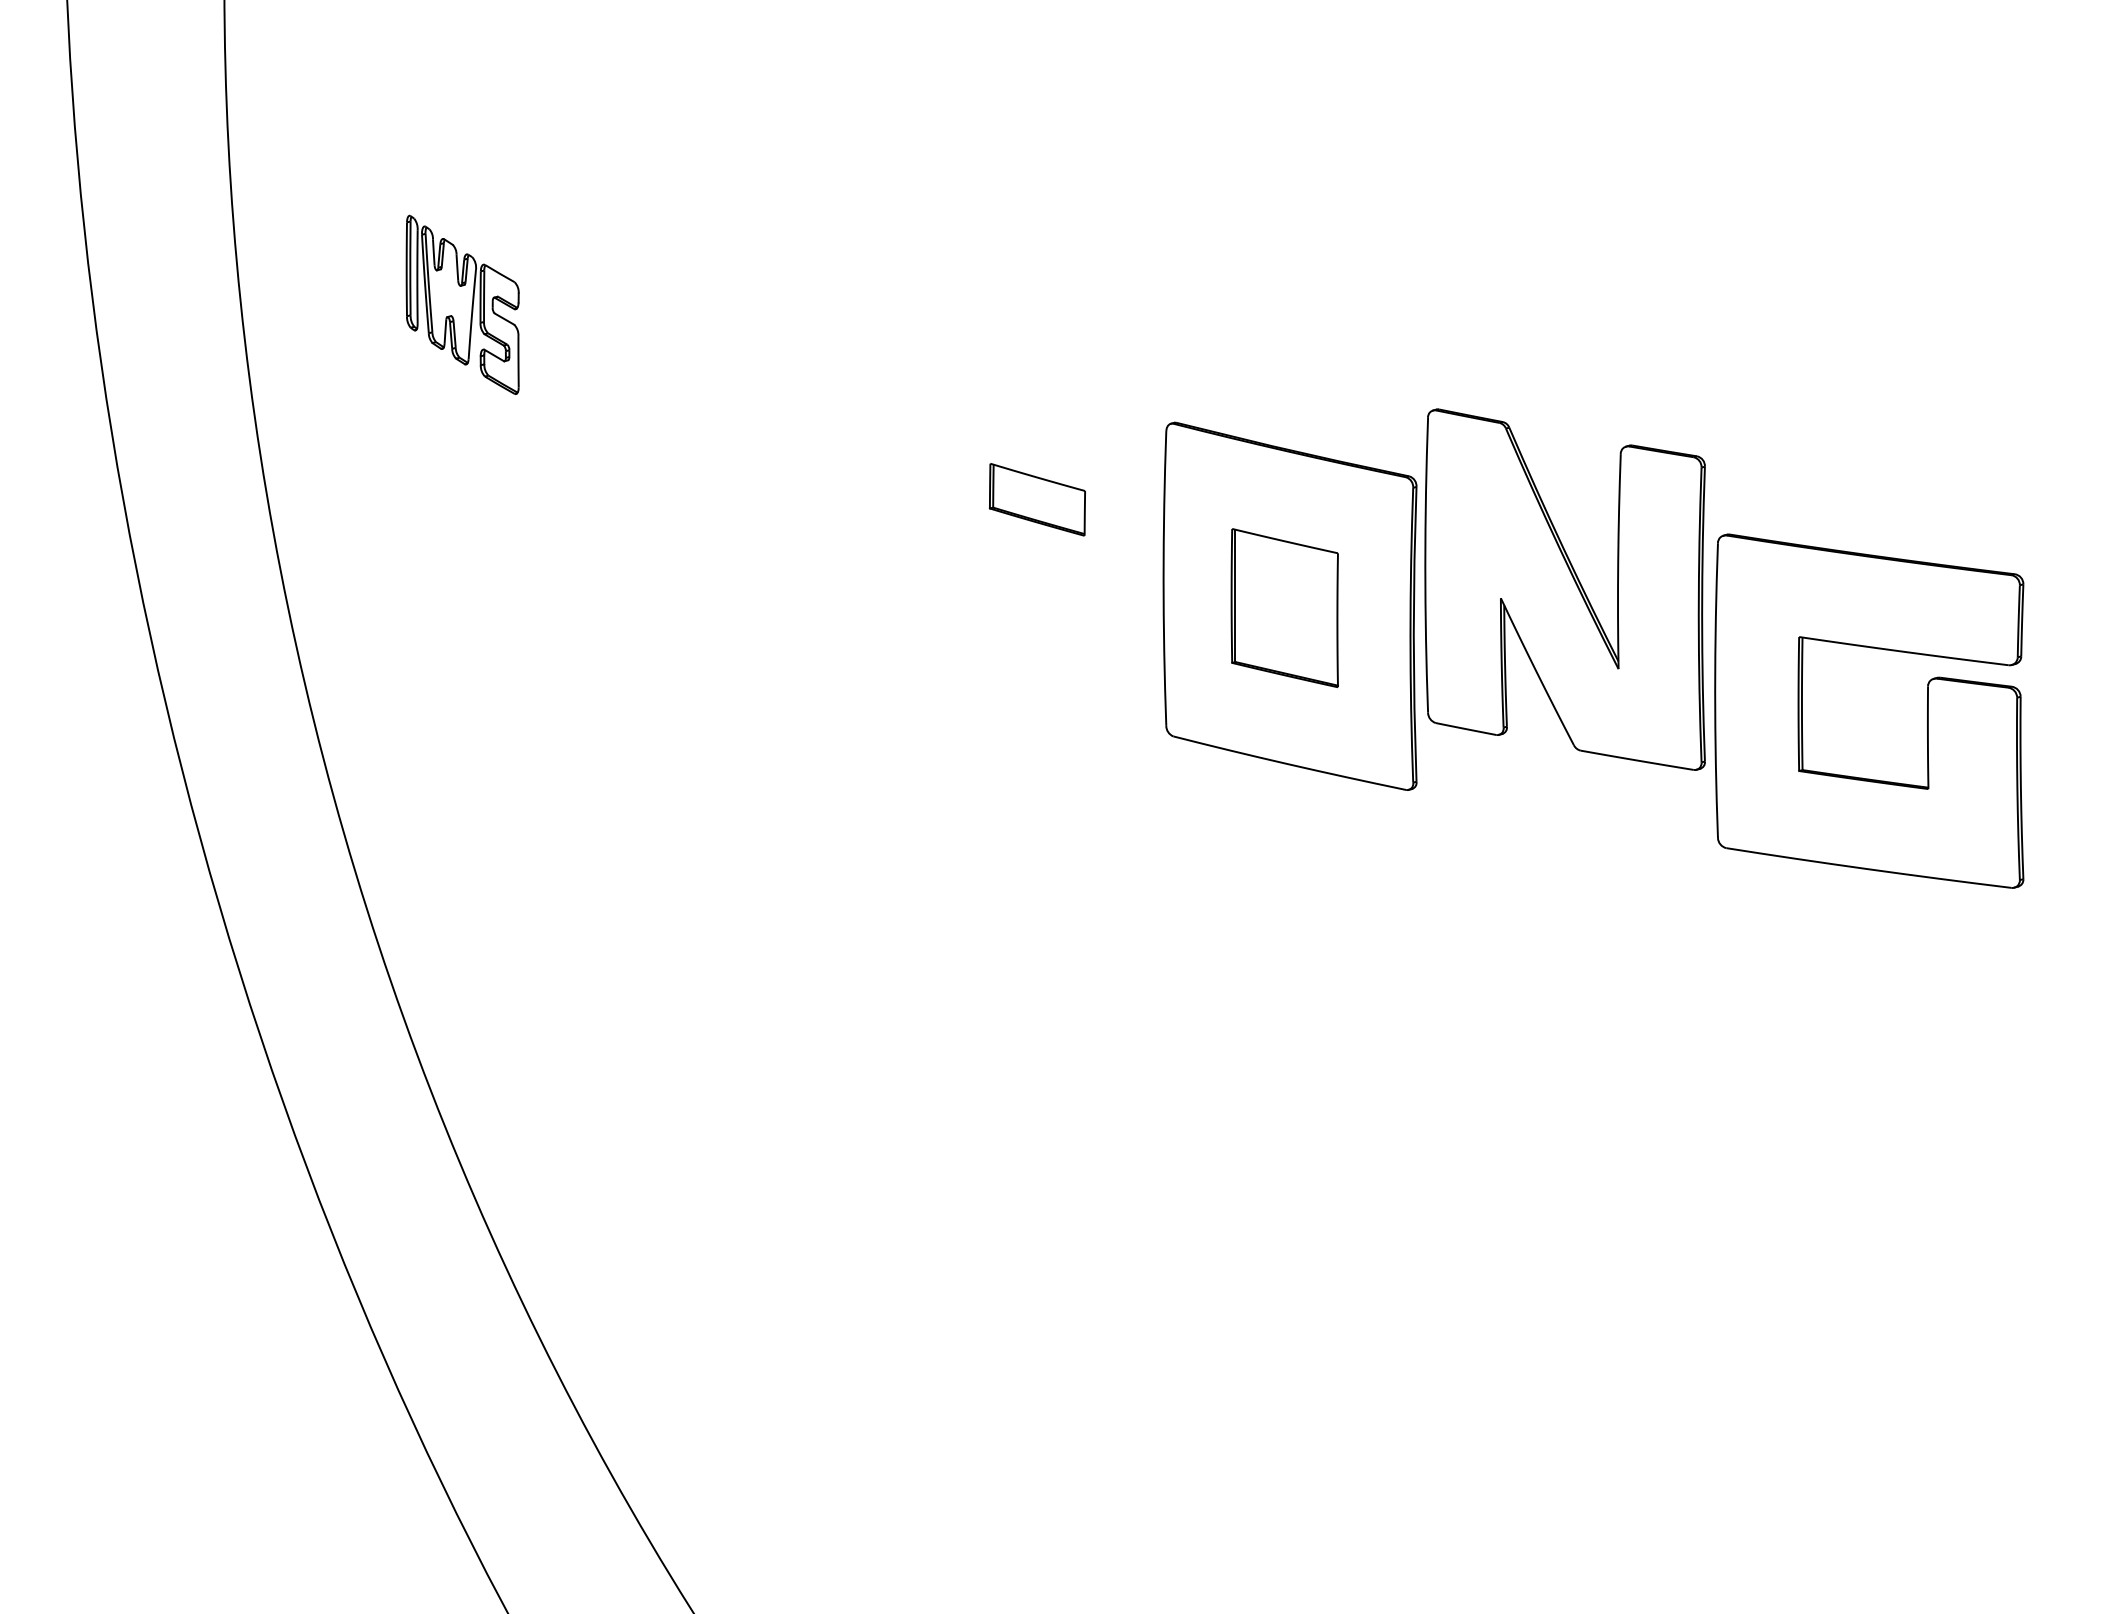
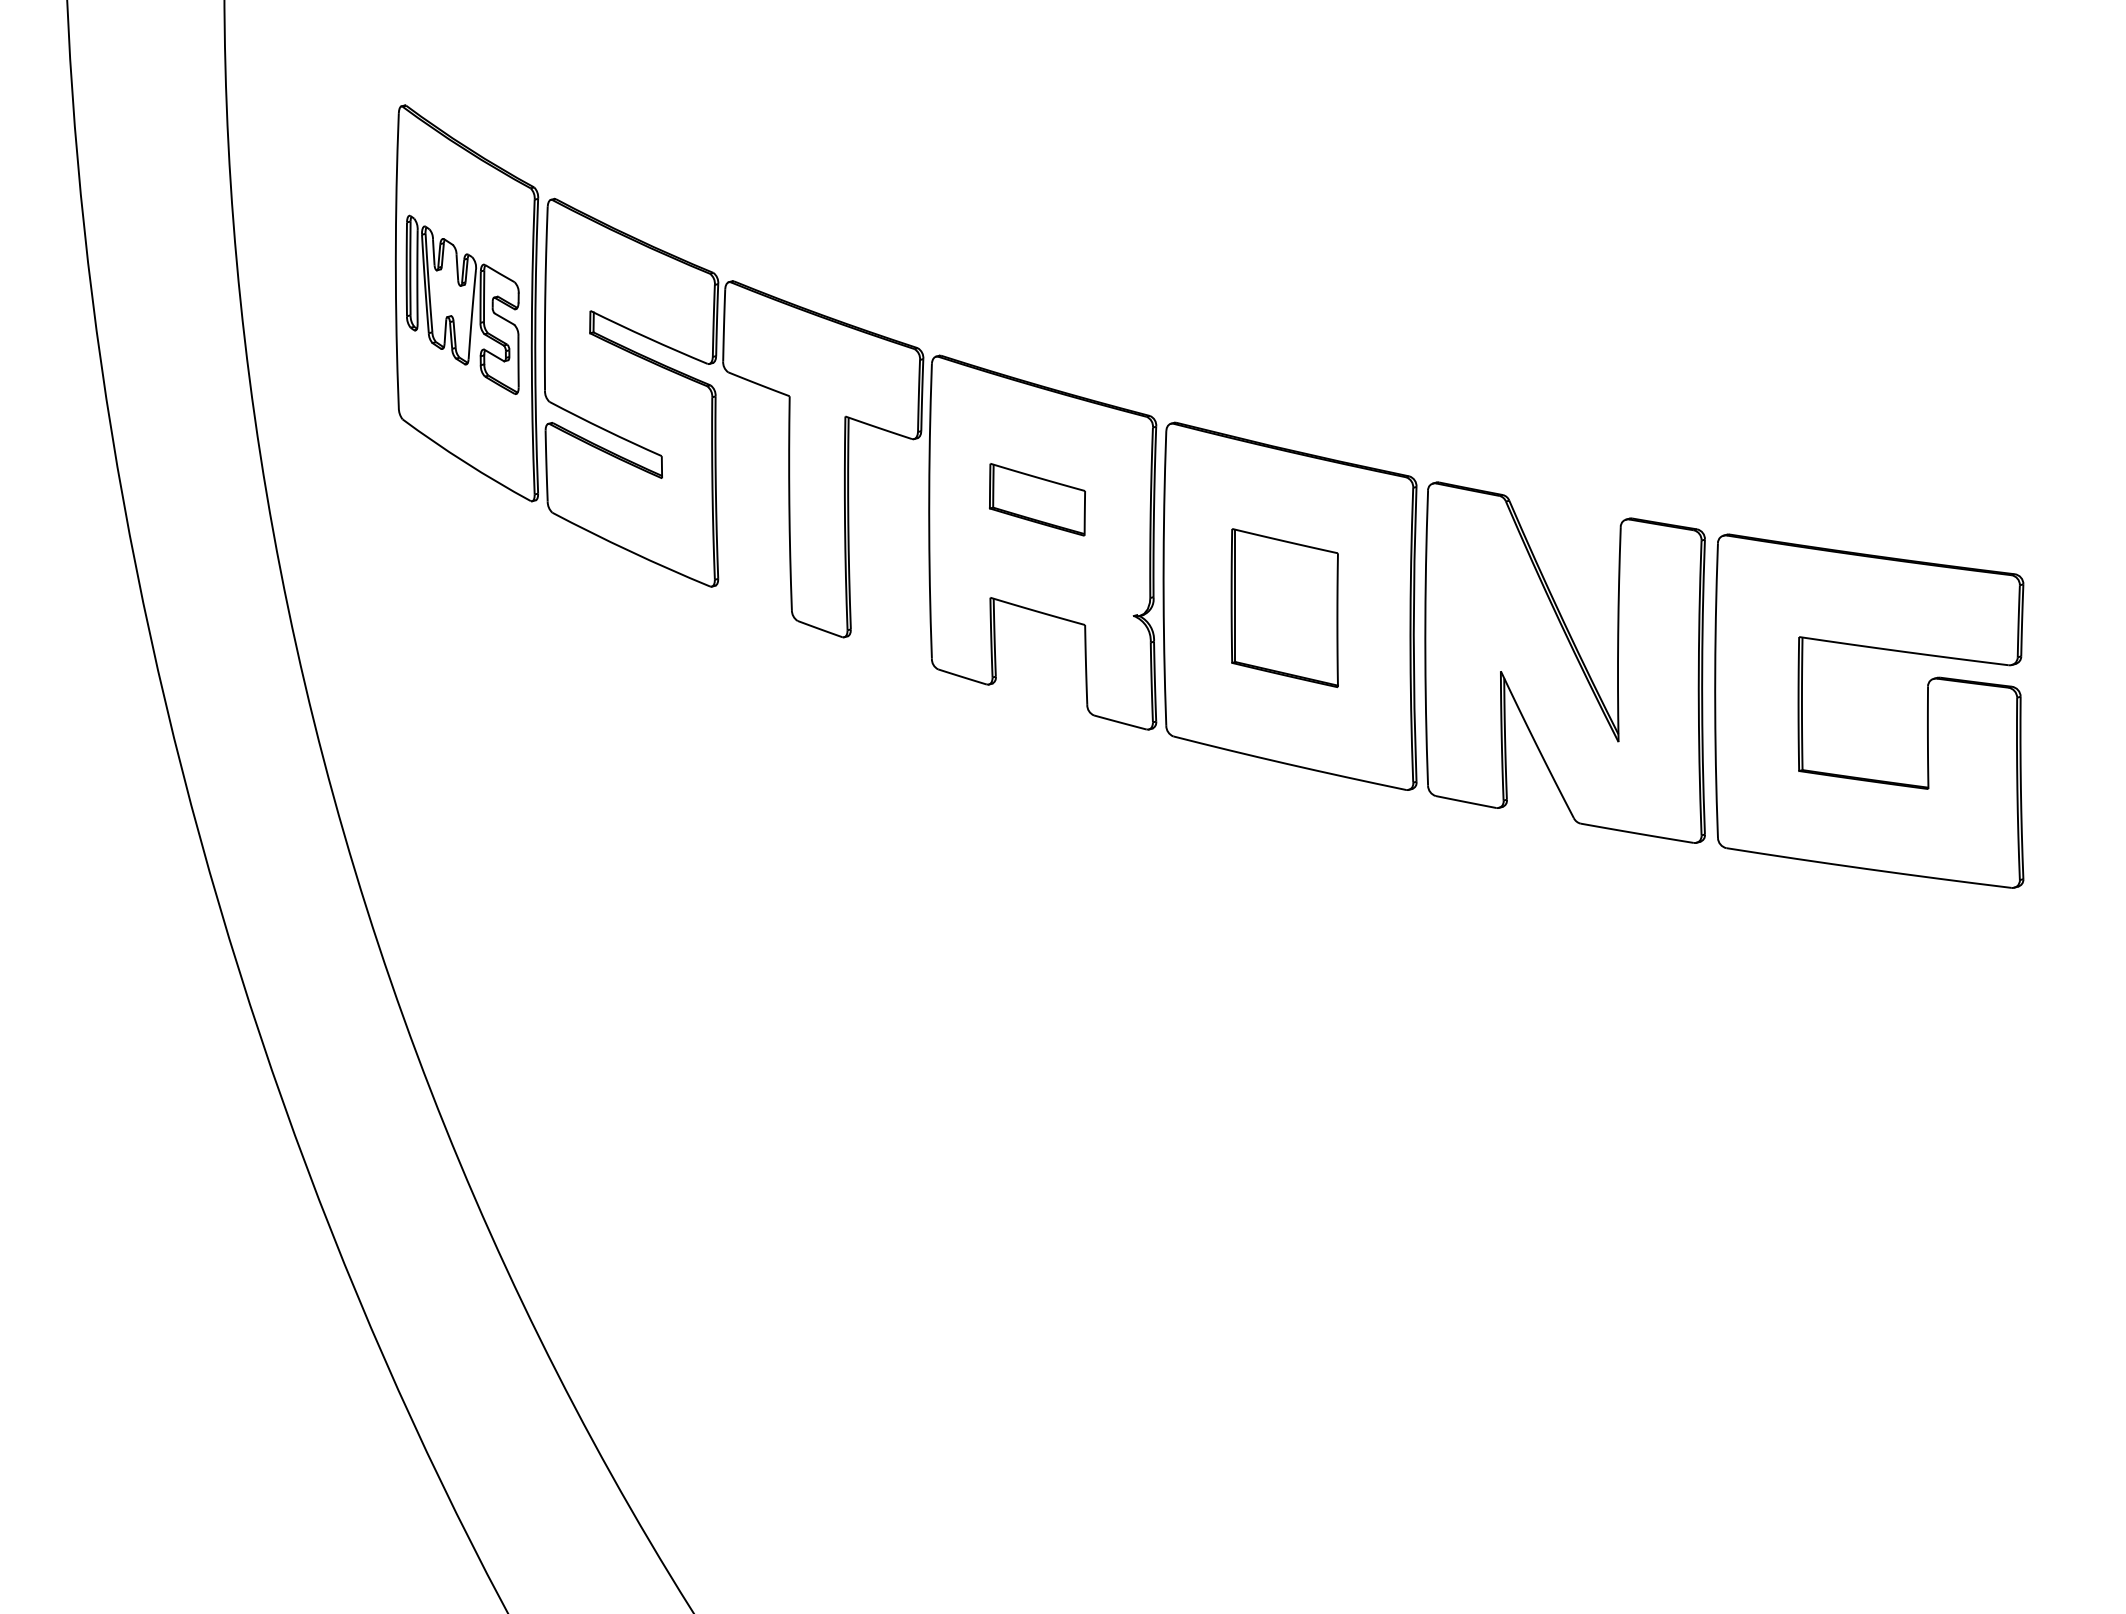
part at (788, 417): none -> present
part at (1564, 589) position: (1564, 589) -> (1564, 662)
